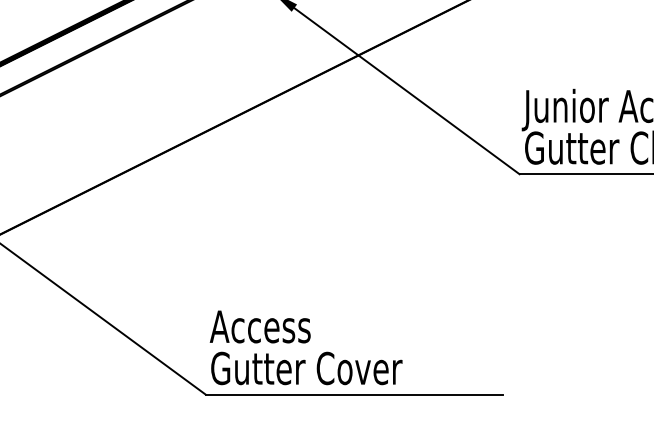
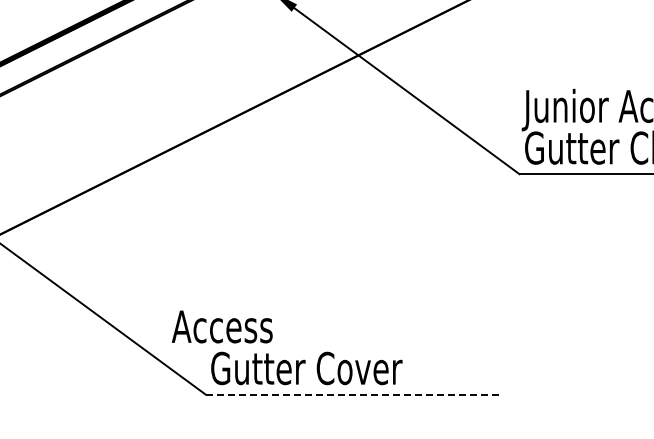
text at (259, 326) position: (259, 326) -> (221, 326)
line at (354, 394): solid -> dashed
